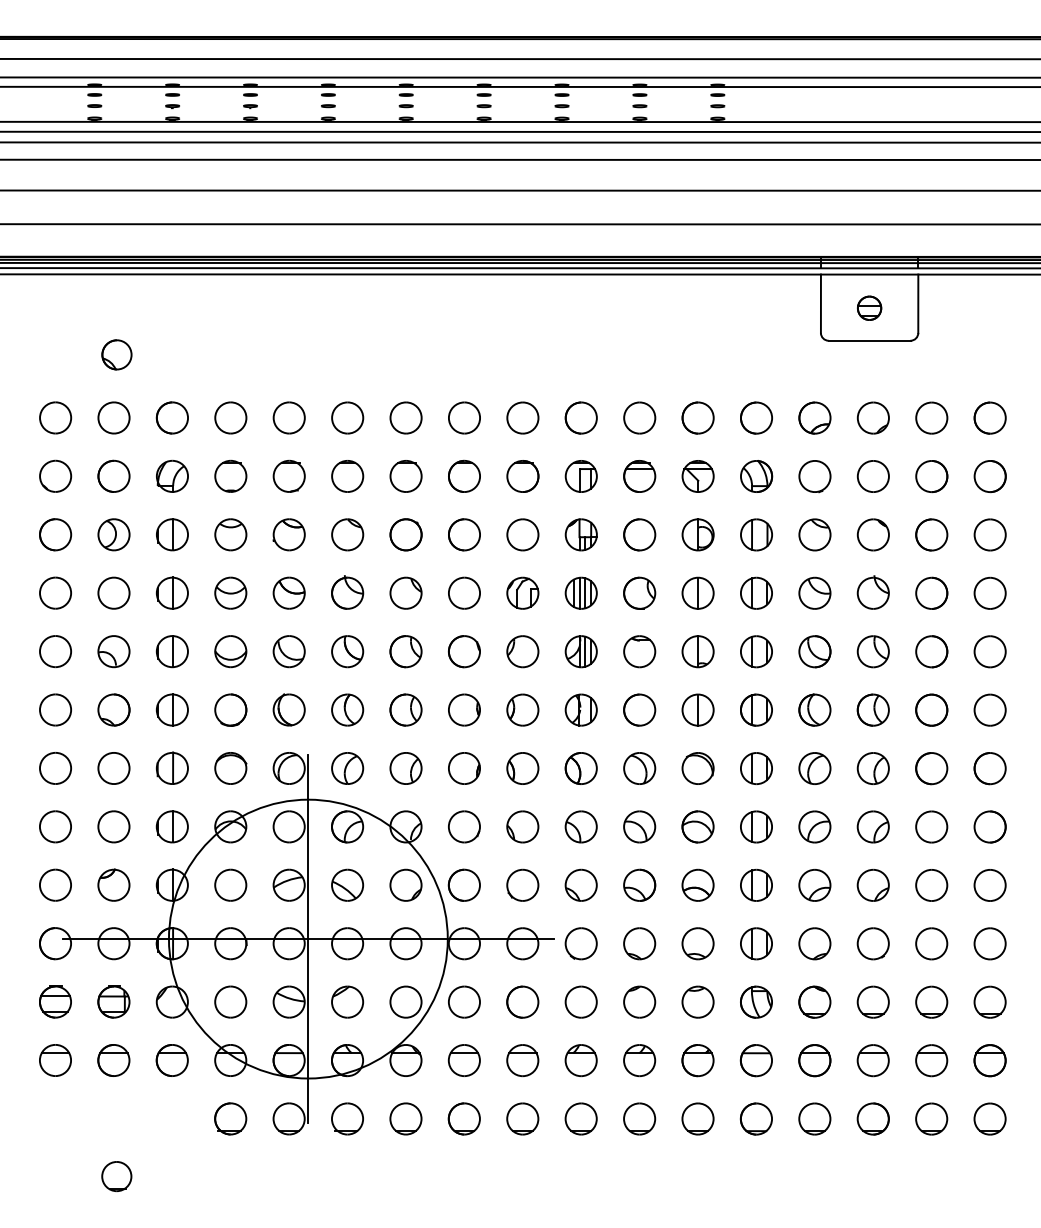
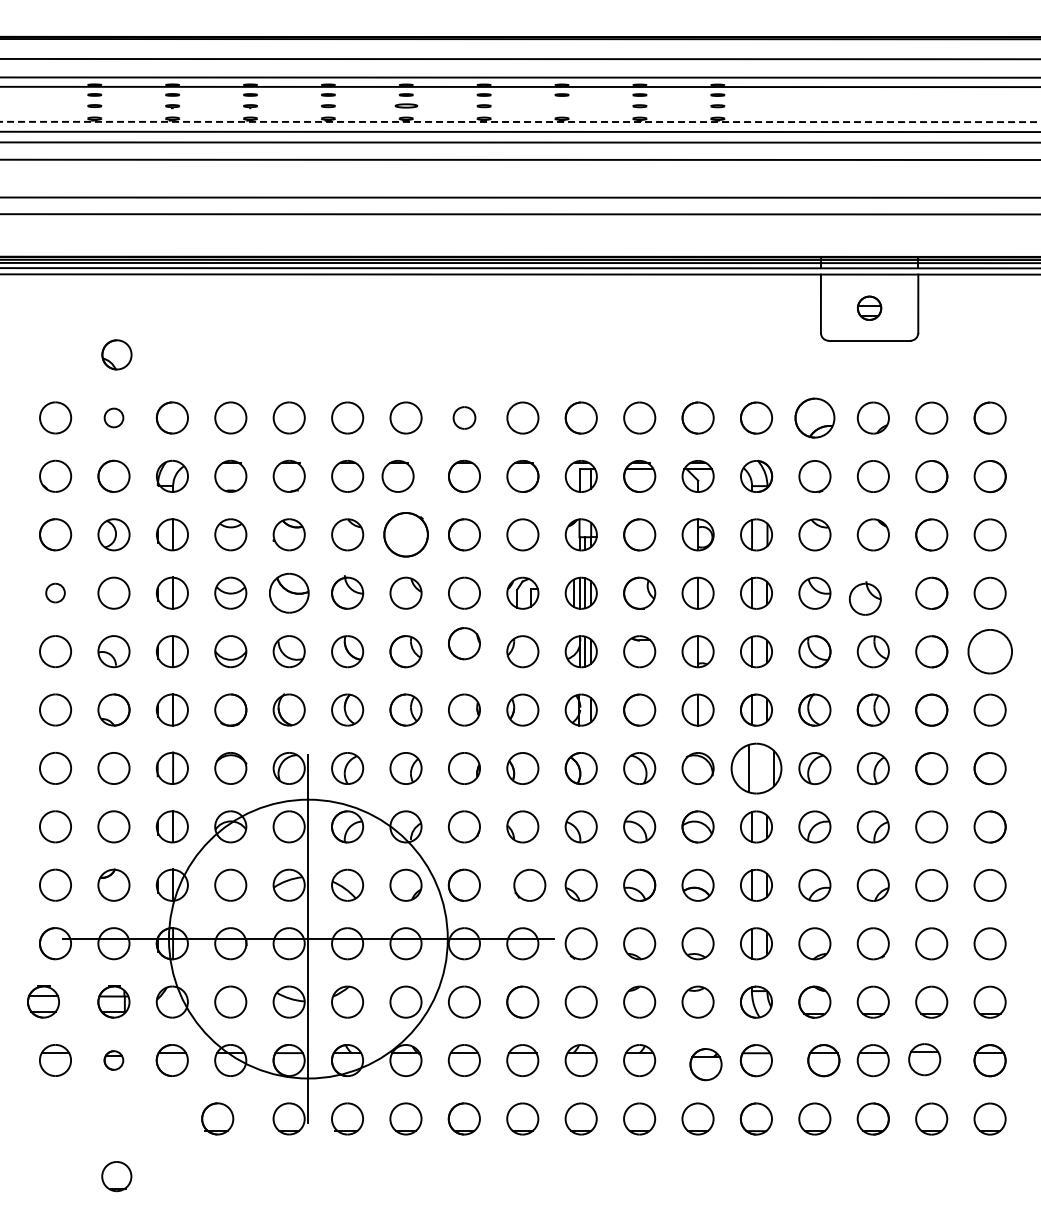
part at (405, 106) size: 16x5 px -> 25x6 px
part at (561, 106): present -> none
line at (520, 121): solid -> dashed
line at (519, 190) position: (519, 190) -> (519, 197)
line at (519, 224) position: (519, 224) -> (519, 214)
part at (113, 417) size: 34x34 px -> 22x22 px
part at (464, 417) size: 33x34 px -> 25x24 px
part at (814, 417) size: 34x34 px -> 42x42 px
part at (405, 476) position: (405, 476) -> (397, 476)
part at (405, 534) size: 34x34 px -> 46x46 px
part at (55, 592) size: 33x34 px -> 21x22 px
part at (288, 592) size: 34x34 px -> 41x42 px
part at (872, 592) position: (872, 592) -> (864, 598)
part at (464, 651) position: (464, 651) -> (464, 643)
part at (989, 651) size: 34x34 px -> 46x46 px
part at (756, 768) size: 33x33 px -> 53x53 px
part at (522, 884) position: (522, 884) -> (529, 884)
part at (55, 1001) position: (55, 1001) -> (43, 1001)
part at (113, 1060) size: 34x33 px -> 22x21 px
part at (697, 1060) position: (697, 1060) -> (705, 1064)
part at (814, 1060) position: (814, 1060) -> (823, 1060)
part at (931, 1060) position: (931, 1060) -> (924, 1059)
part at (230, 1118) position: (230, 1118) -> (217, 1118)
